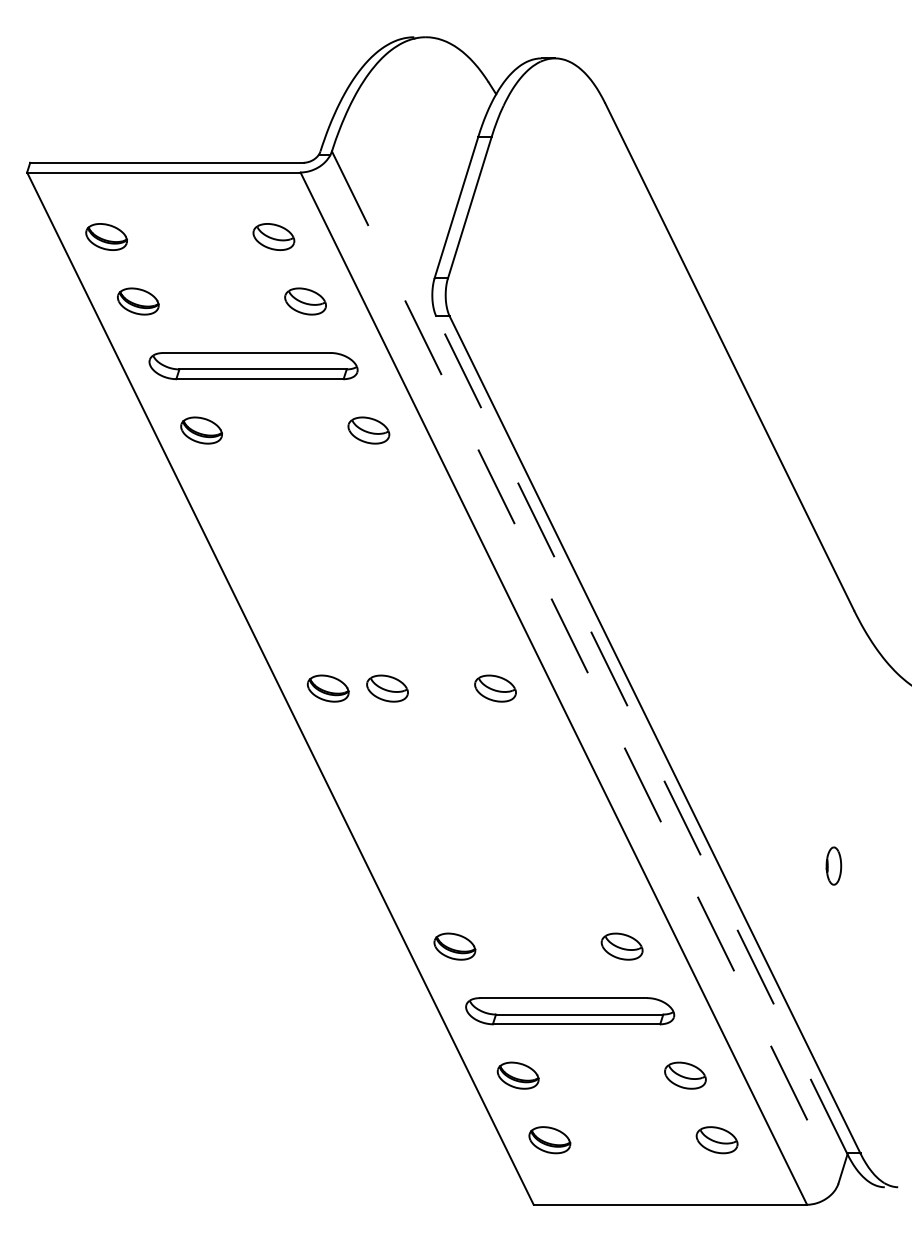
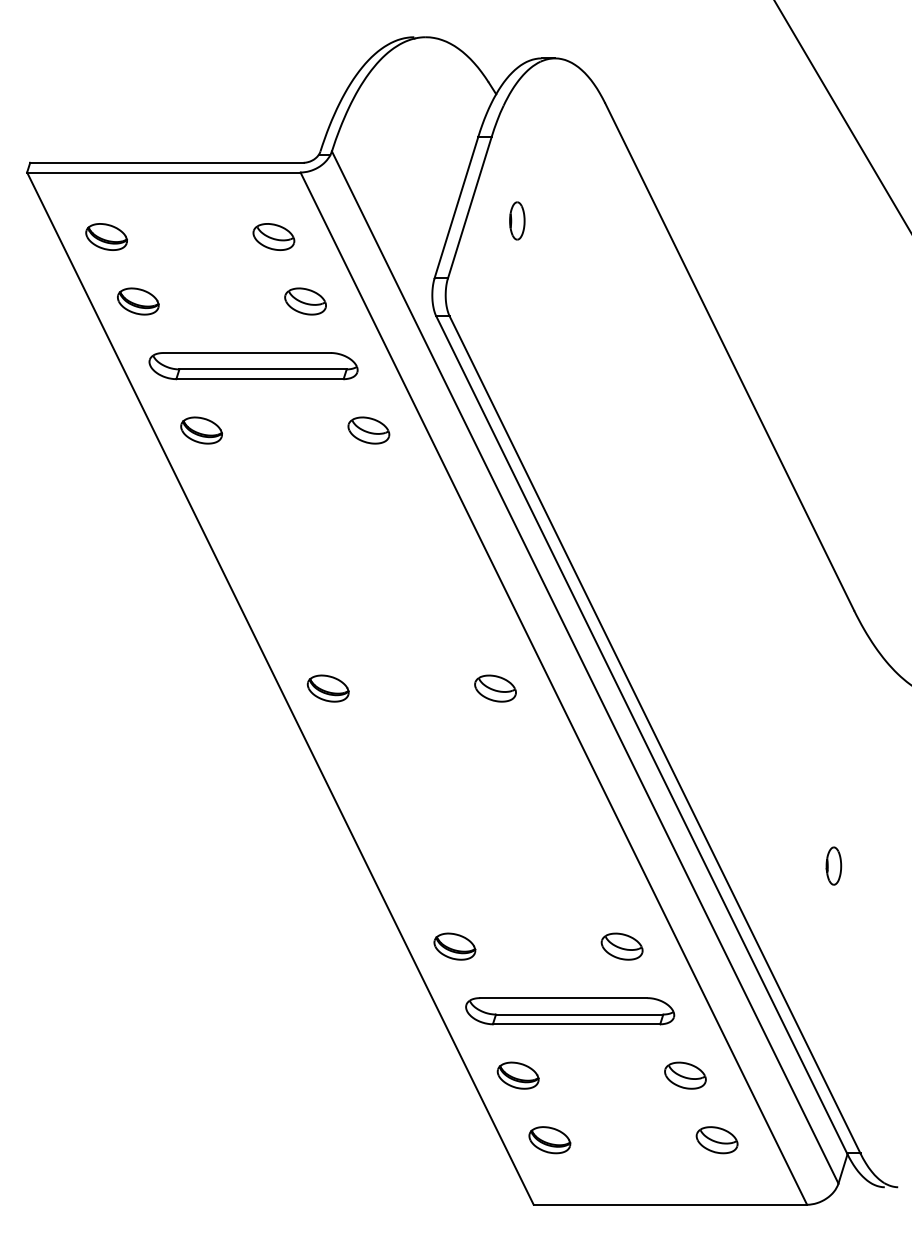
line at (841, 115): none -> present
part at (517, 220): none -> present
line at (585, 667): dashed -> solid
part at (387, 688): present -> none
line at (641, 734): dashed -> solid
